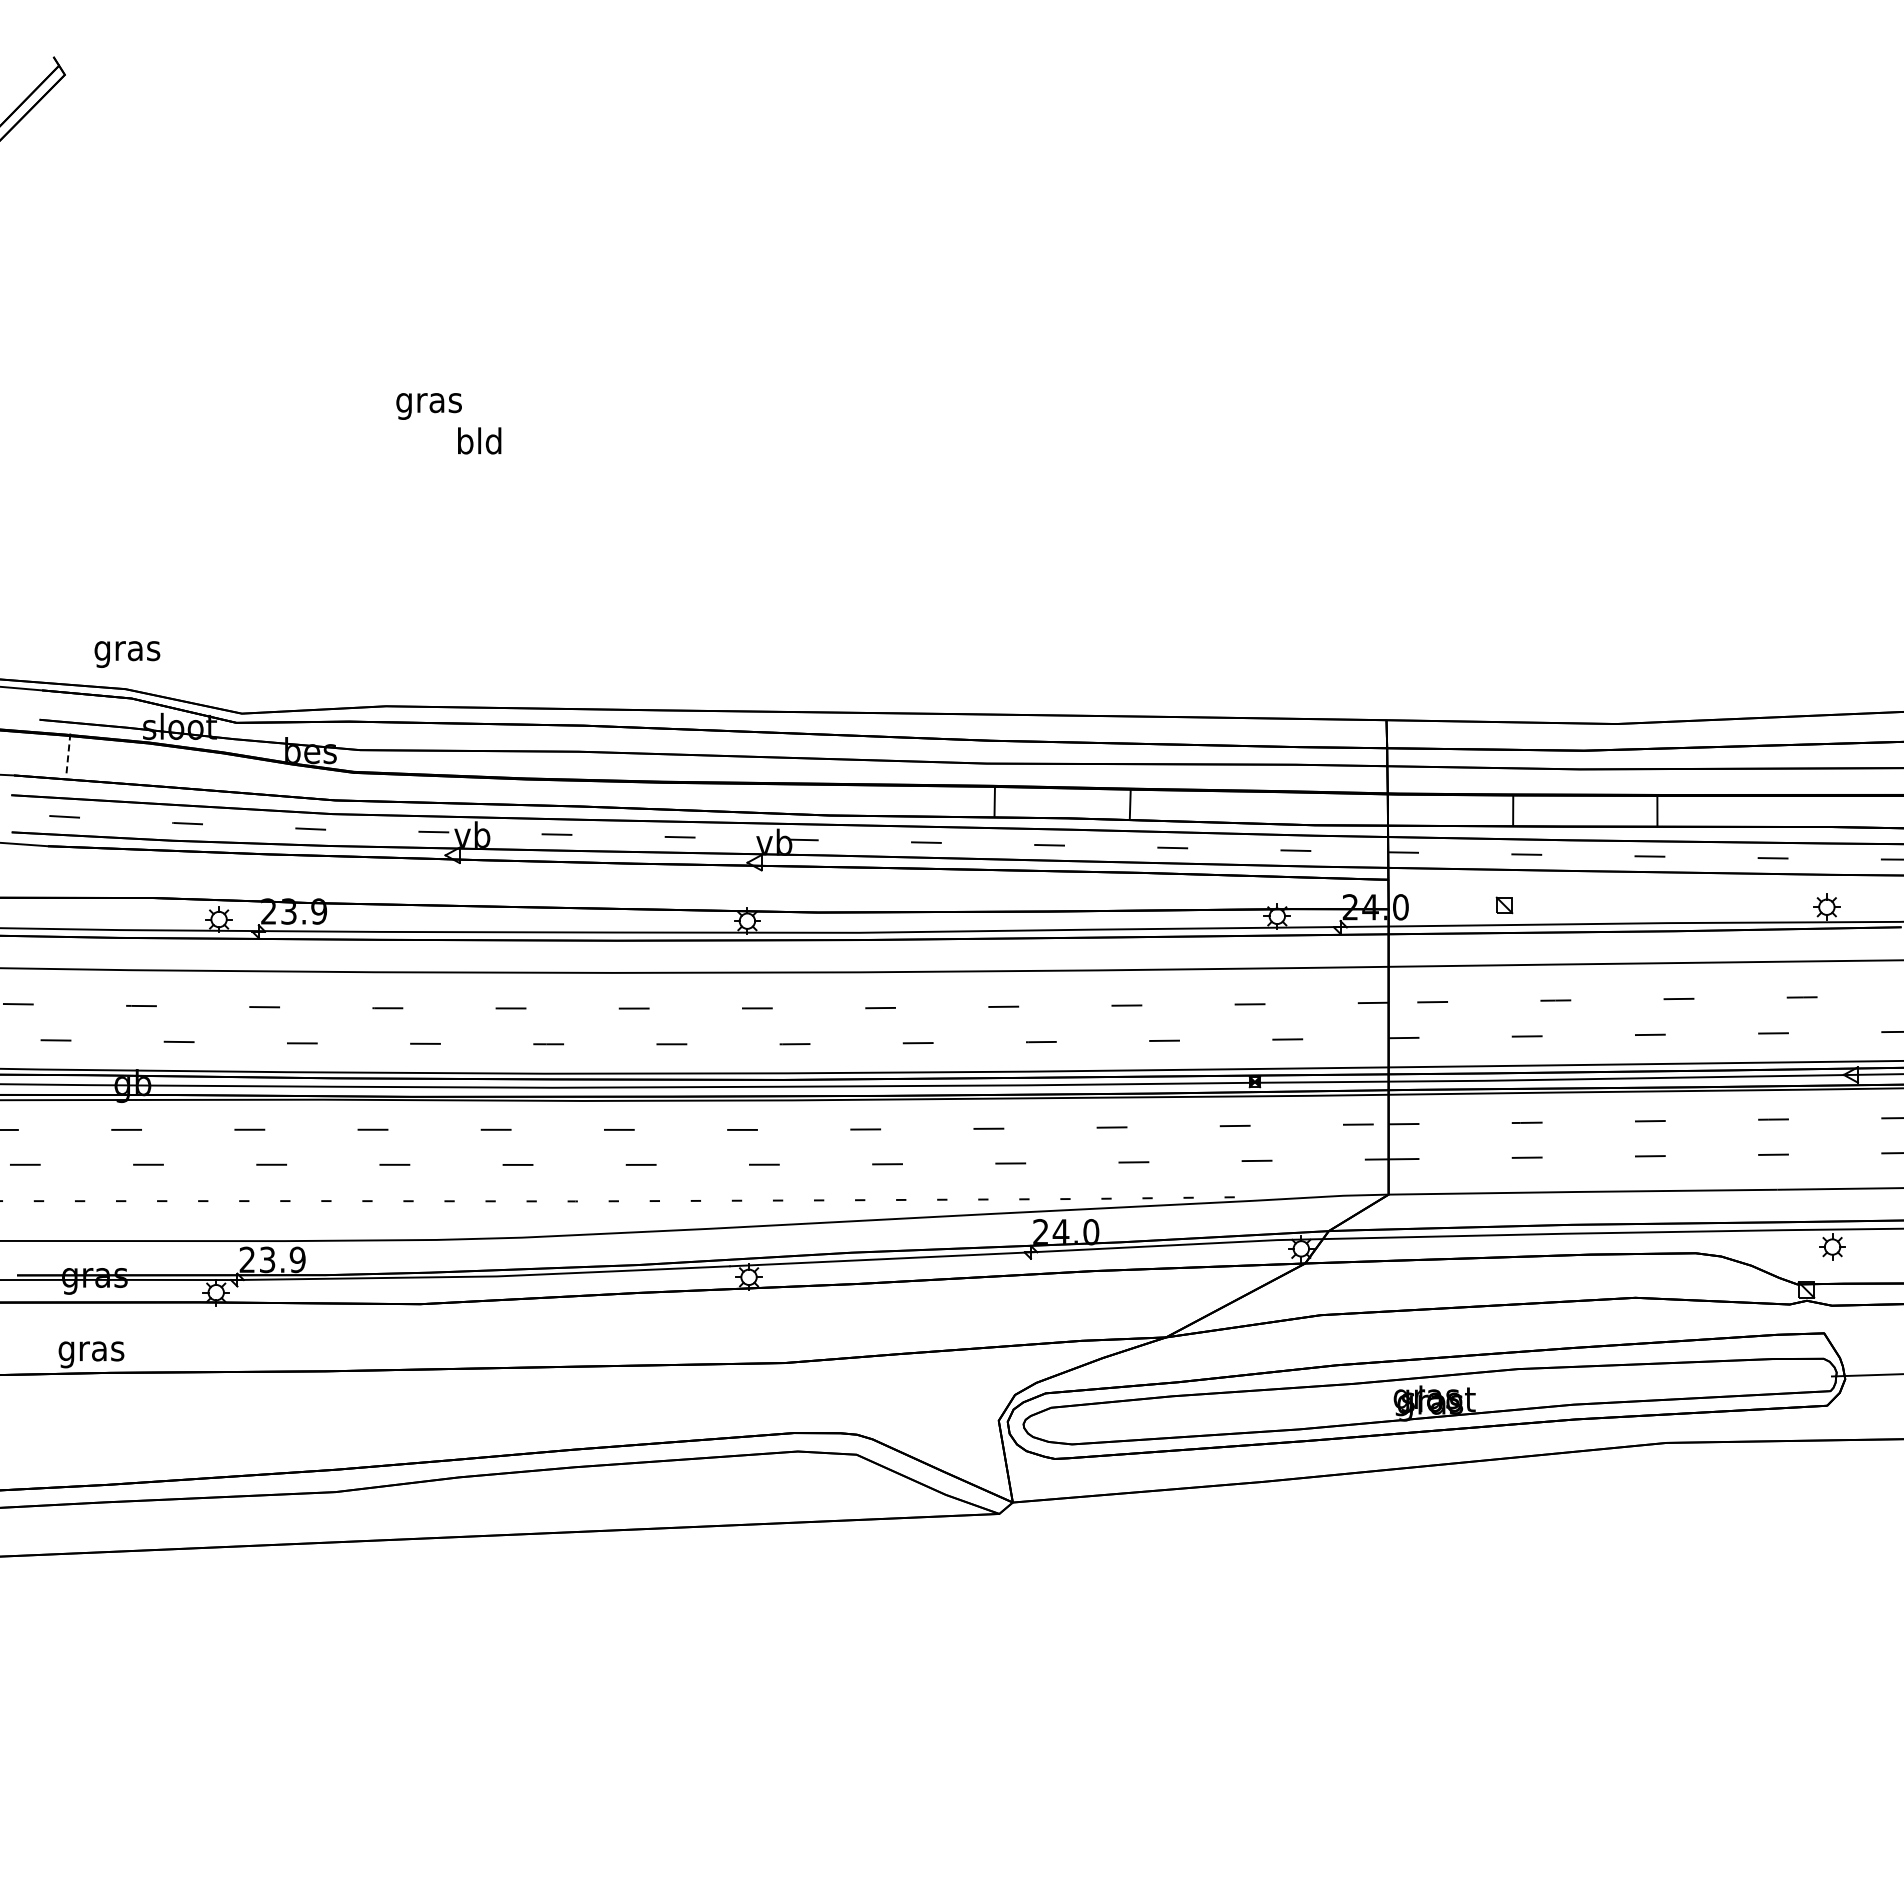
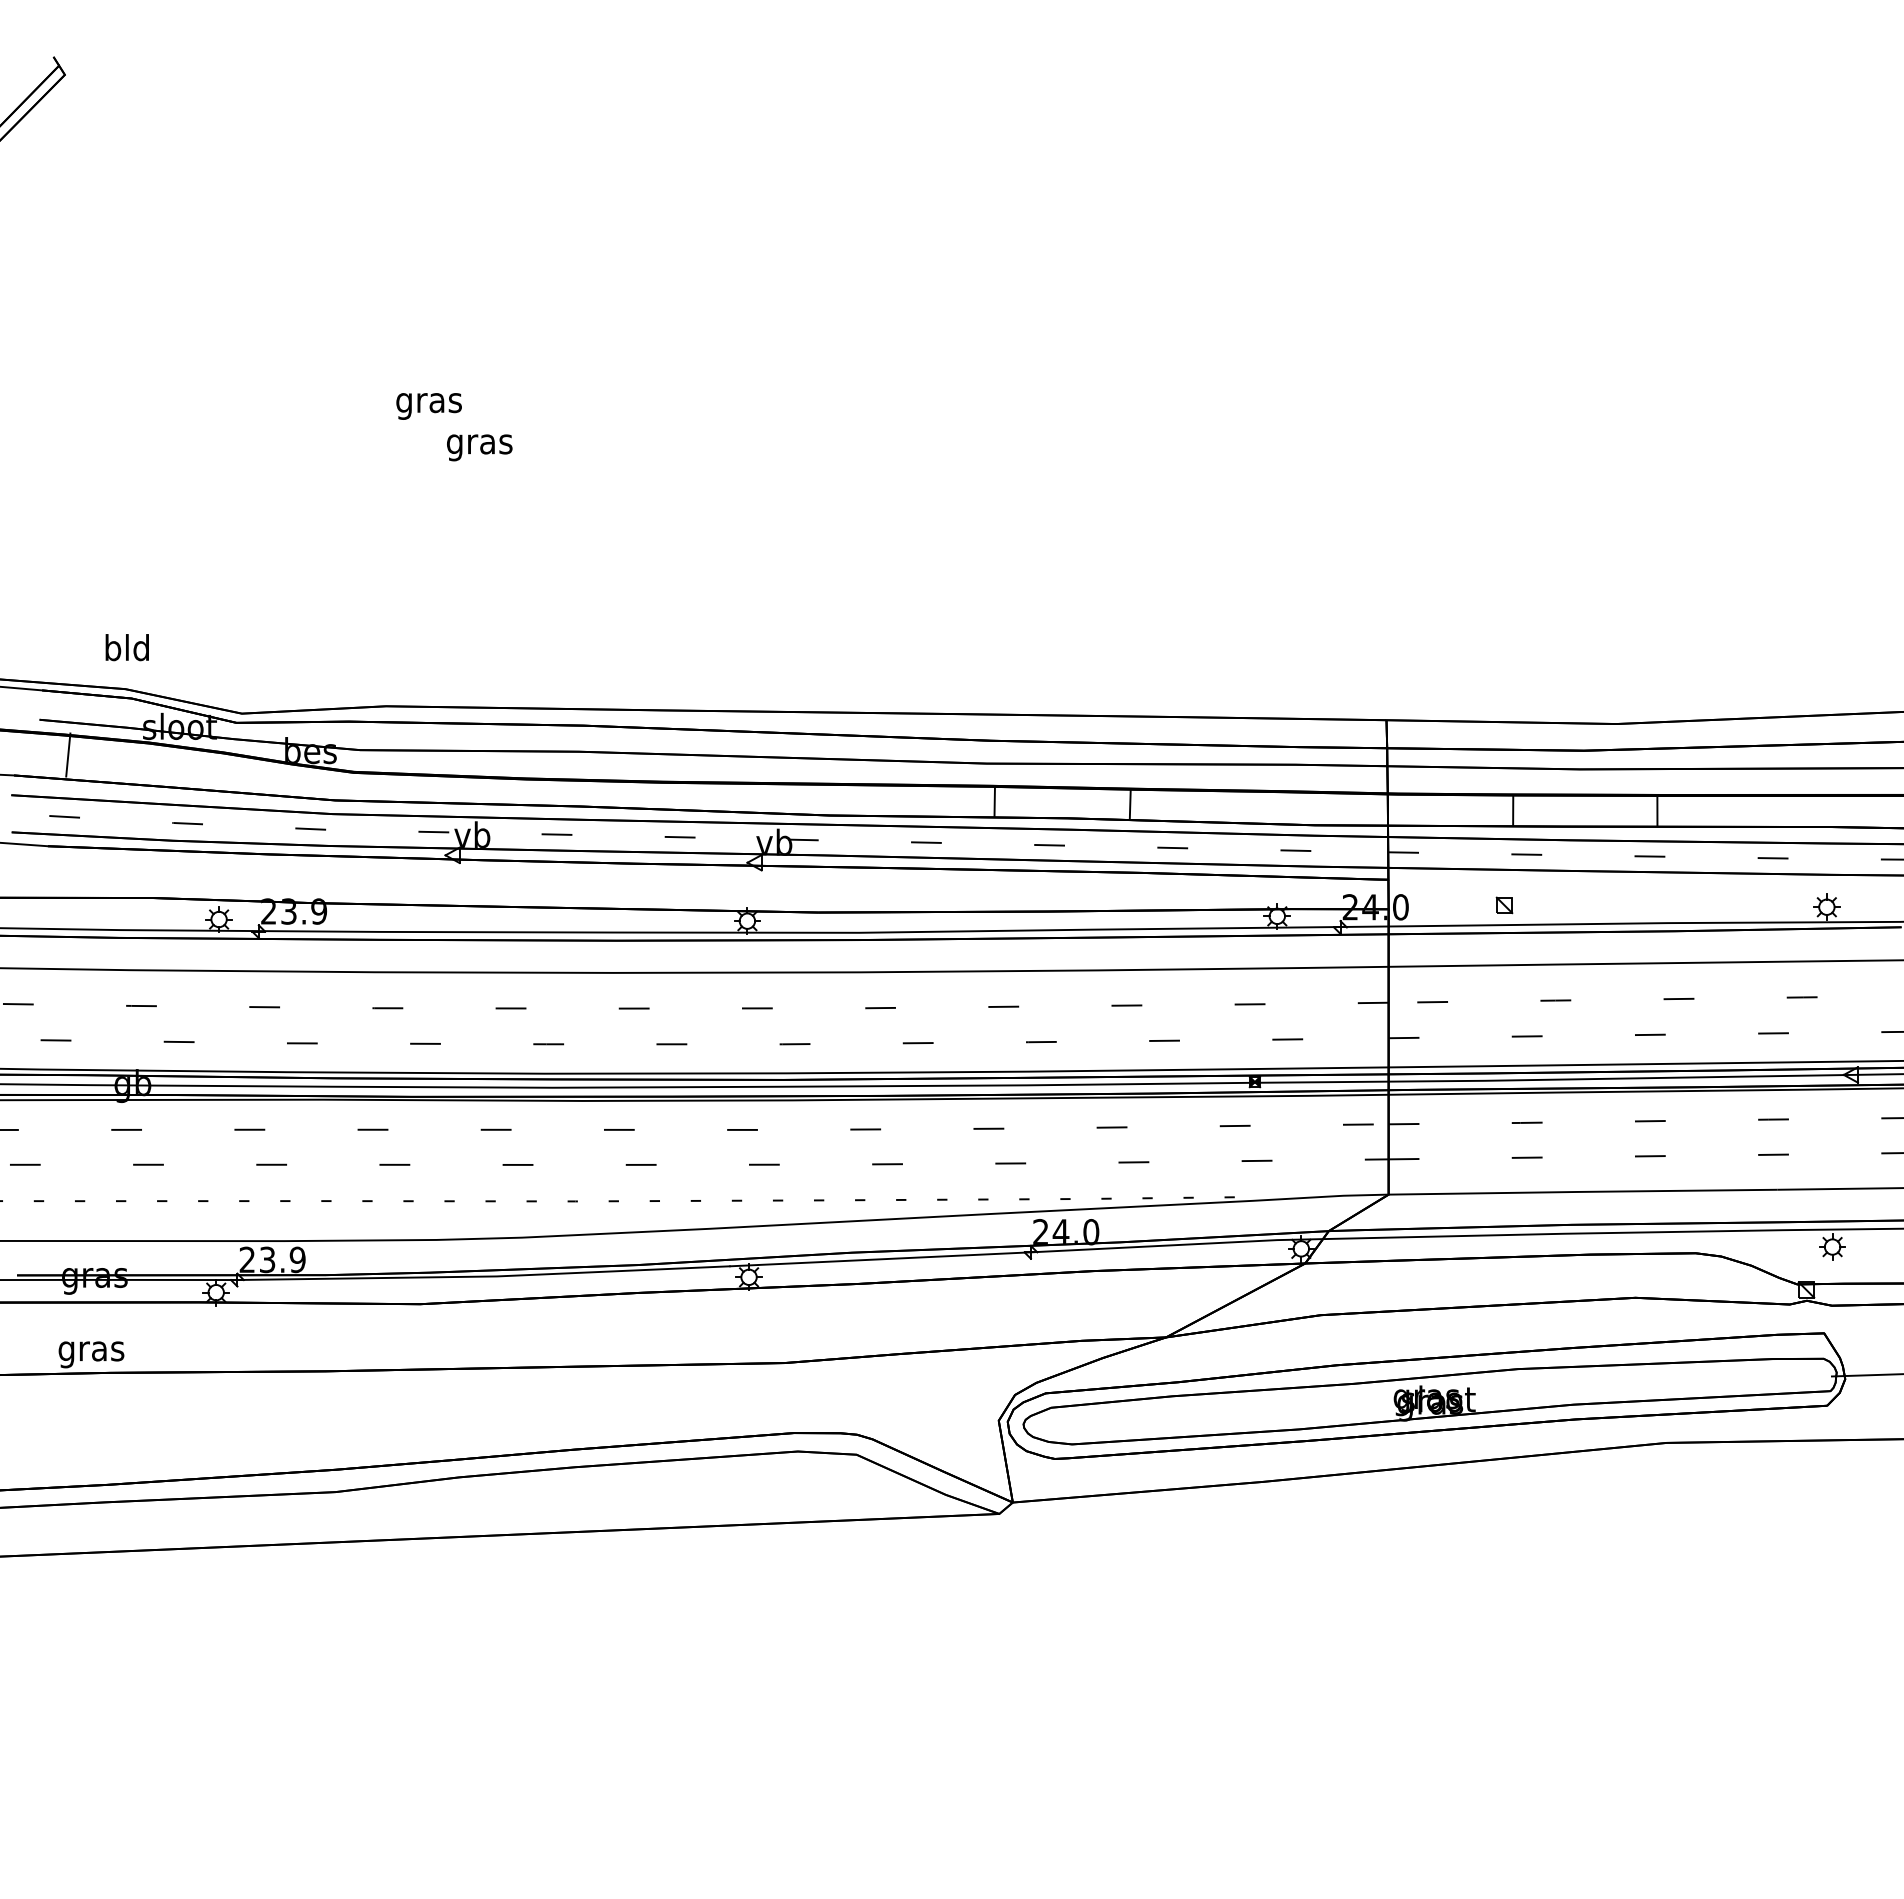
text at (479, 444): bld -> gras
text at (127, 650): gras -> bld
line at (68, 755): dashed -> solid
